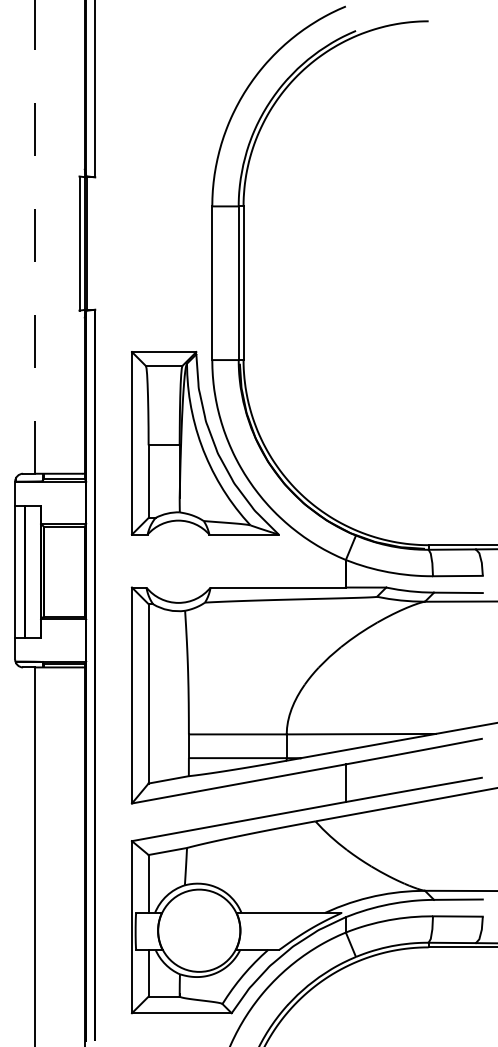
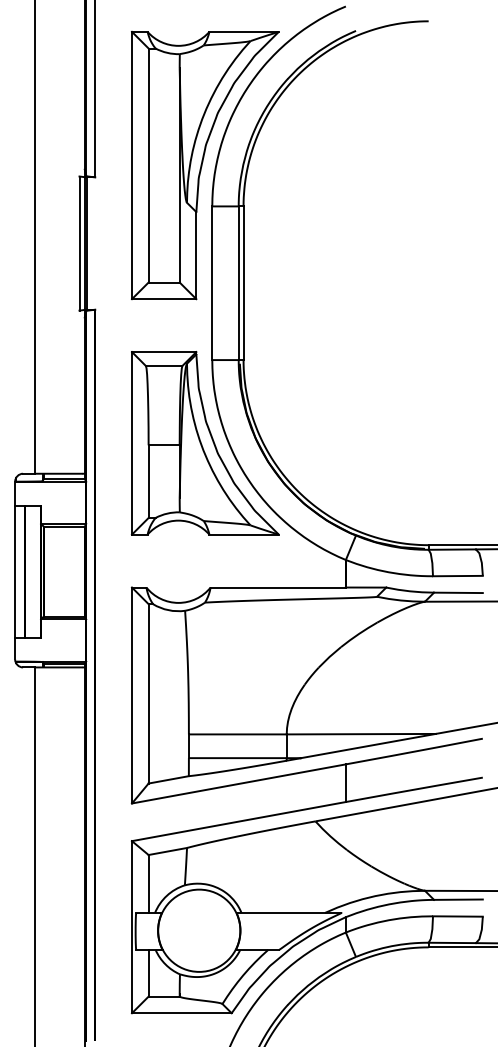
part at (205, 165): none -> present
line at (35, 236): dashed -> solid
